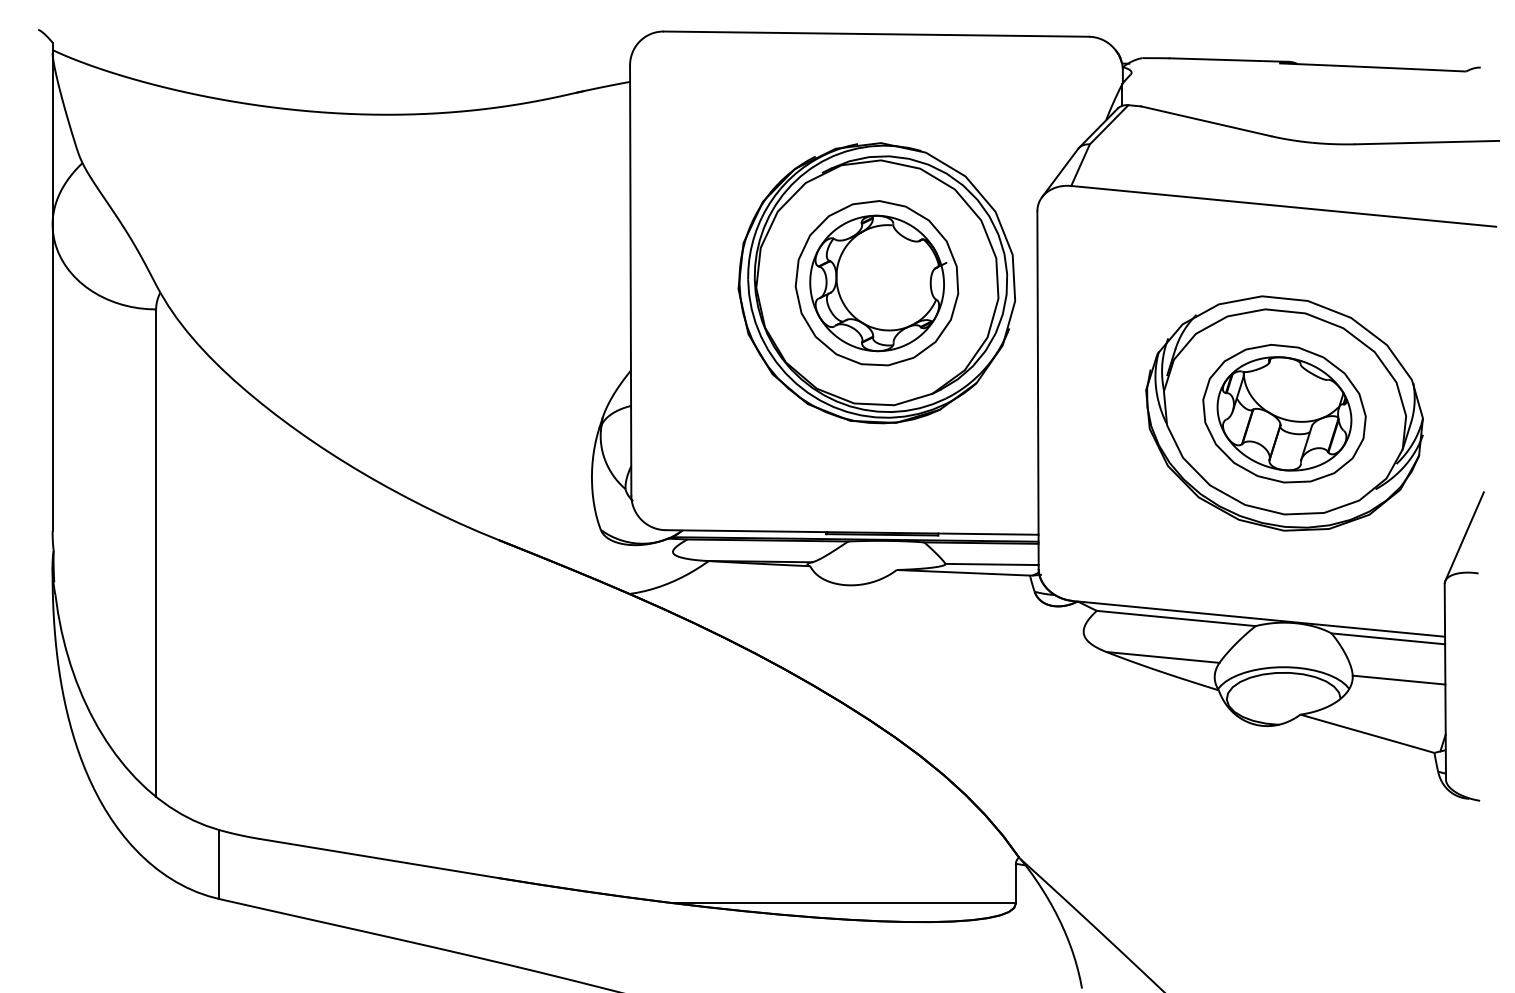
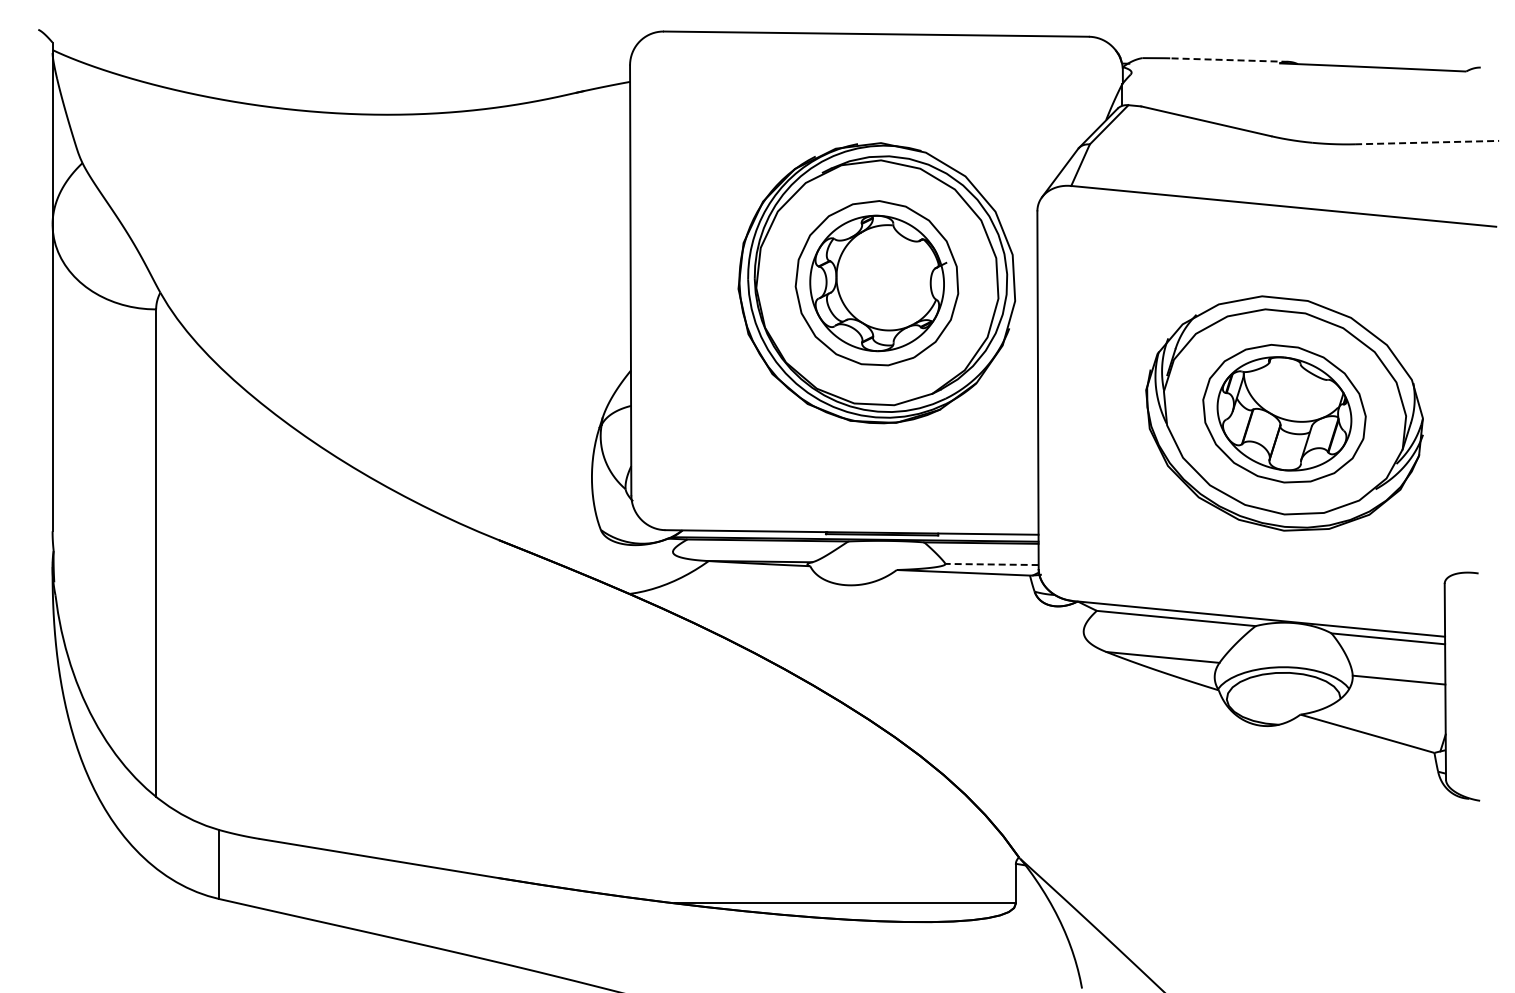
line at (1228, 60): solid -> dashed
line at (1427, 142): solid -> dashed
line at (1464, 536): present -> none
line at (992, 564): solid -> dashed
